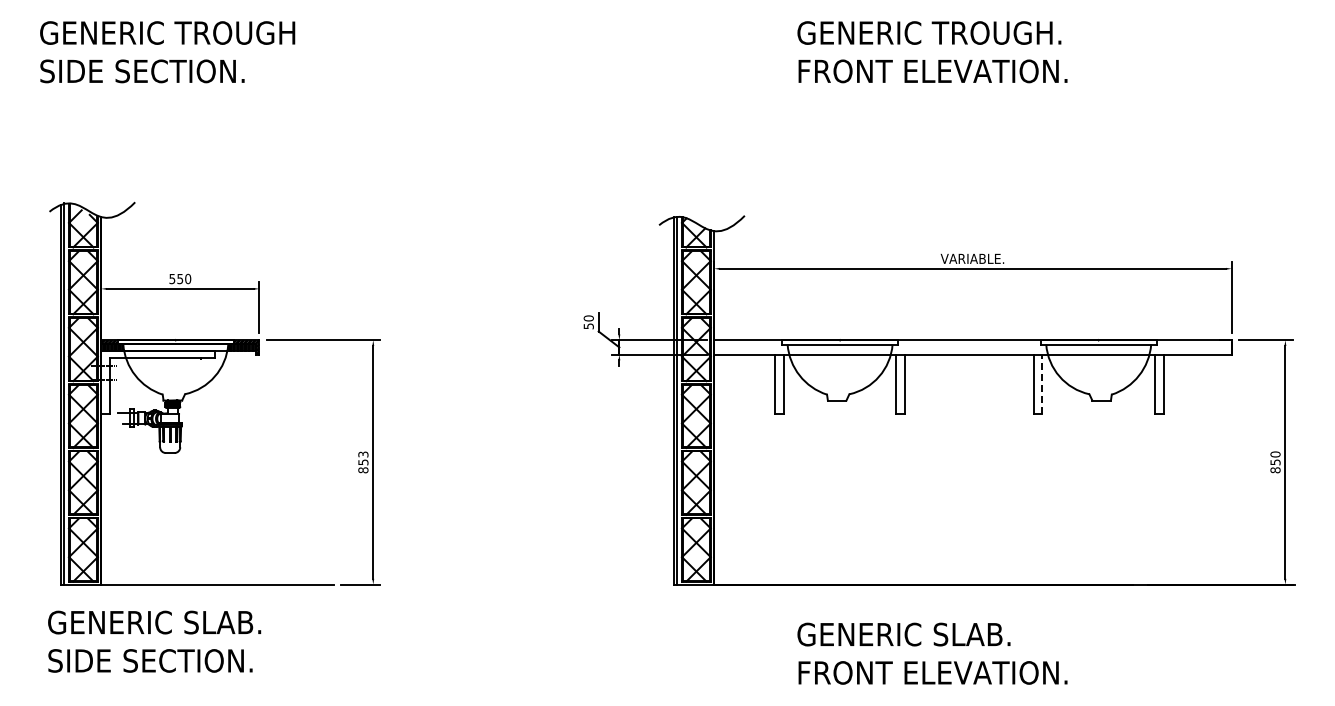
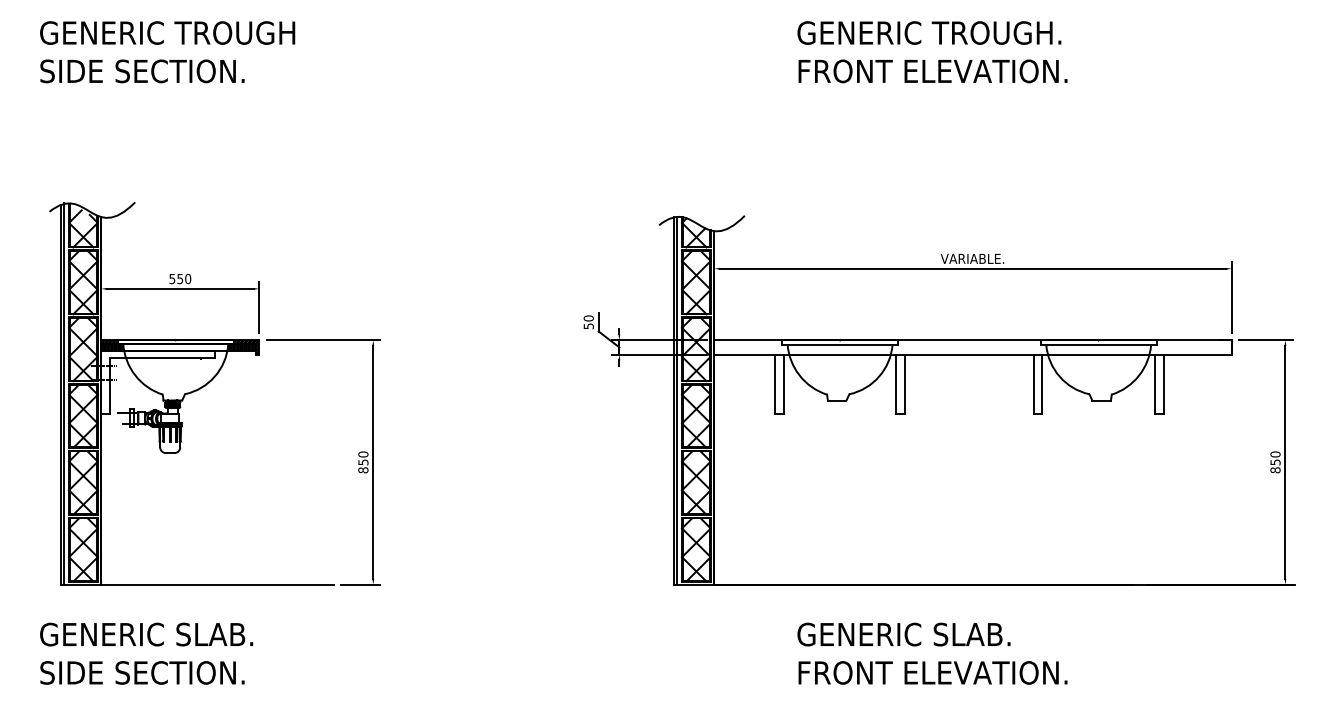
line at (1042, 384): dashed -> solid
text at (363, 454): 853 -> 850
text at (154, 641) position: (154, 641) -> (146, 653)
